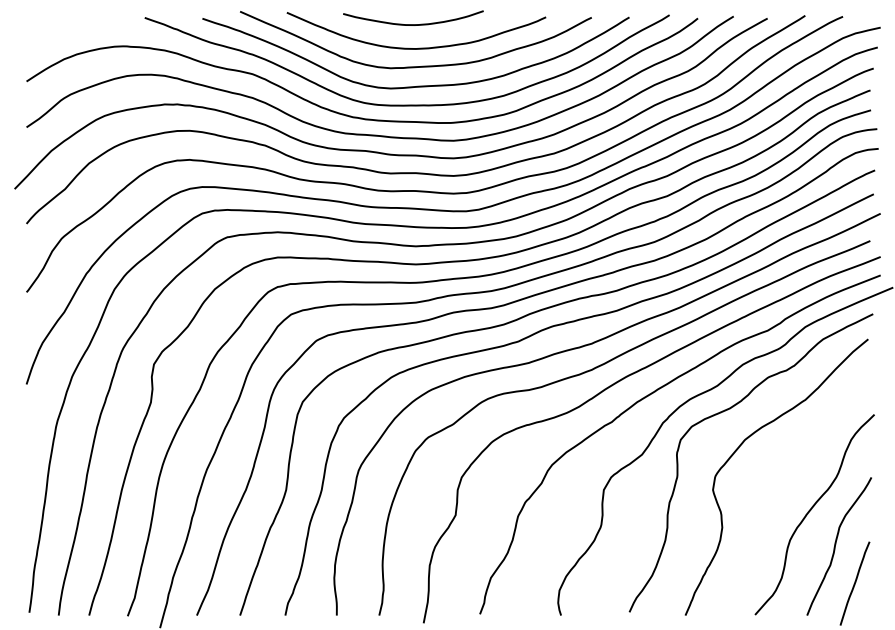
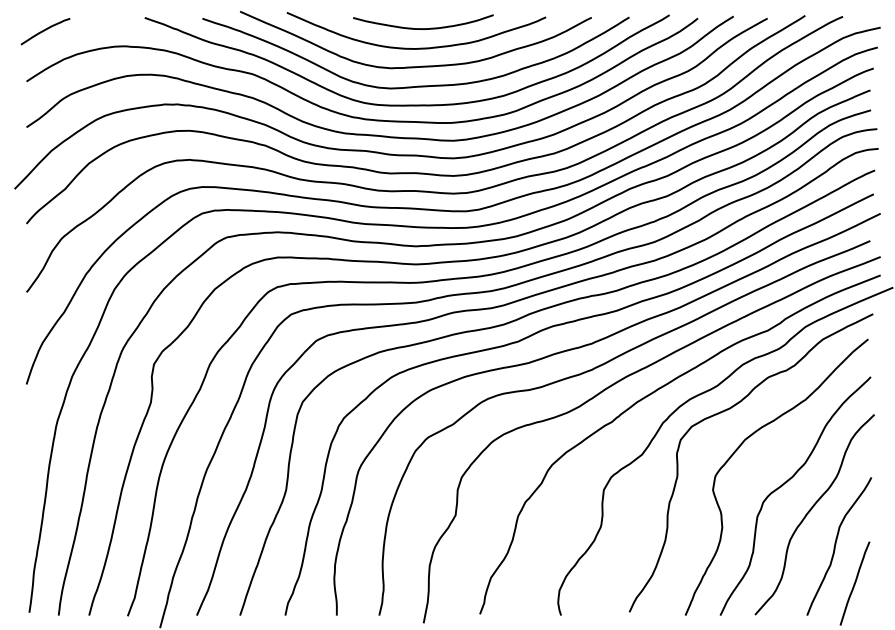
curve at (413, 24) position: (413, 24) -> (423, 28)
curve at (45, 30): none -> present
curve at (786, 483): none -> present
